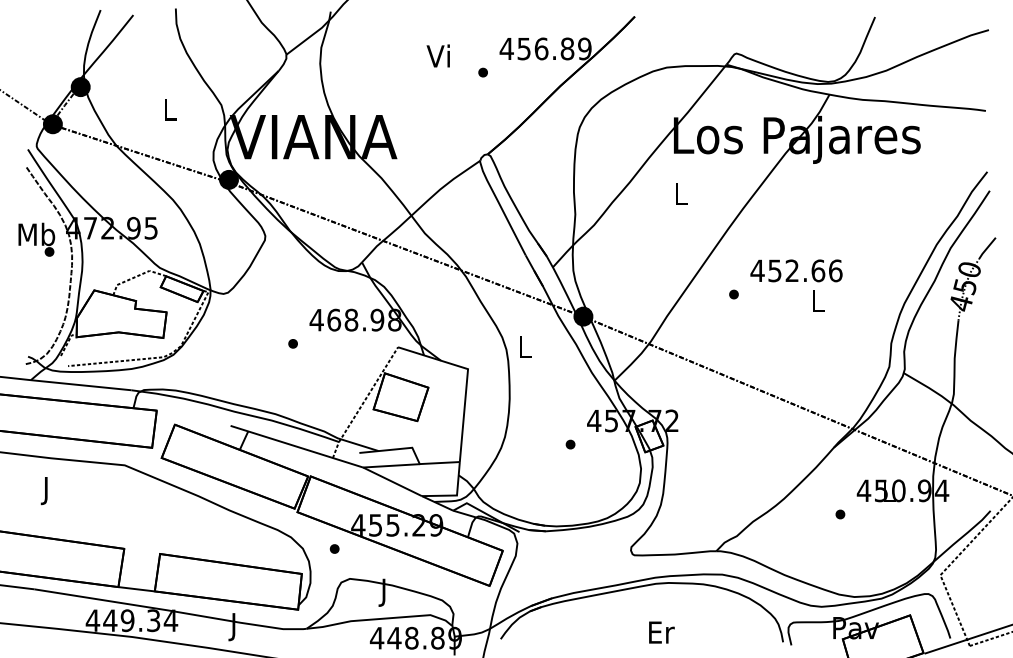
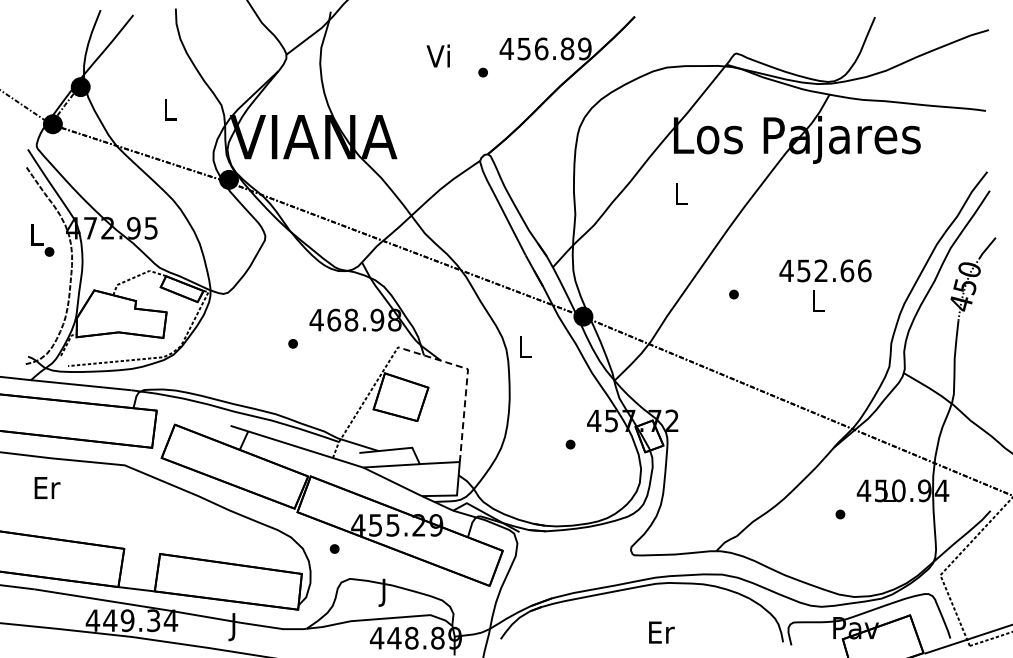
text at (36, 234): Mb -> L
text at (796, 270) position: (796, 270) -> (825, 270)
line at (467, 378): solid -> dashed
text at (47, 491): J -> Er
